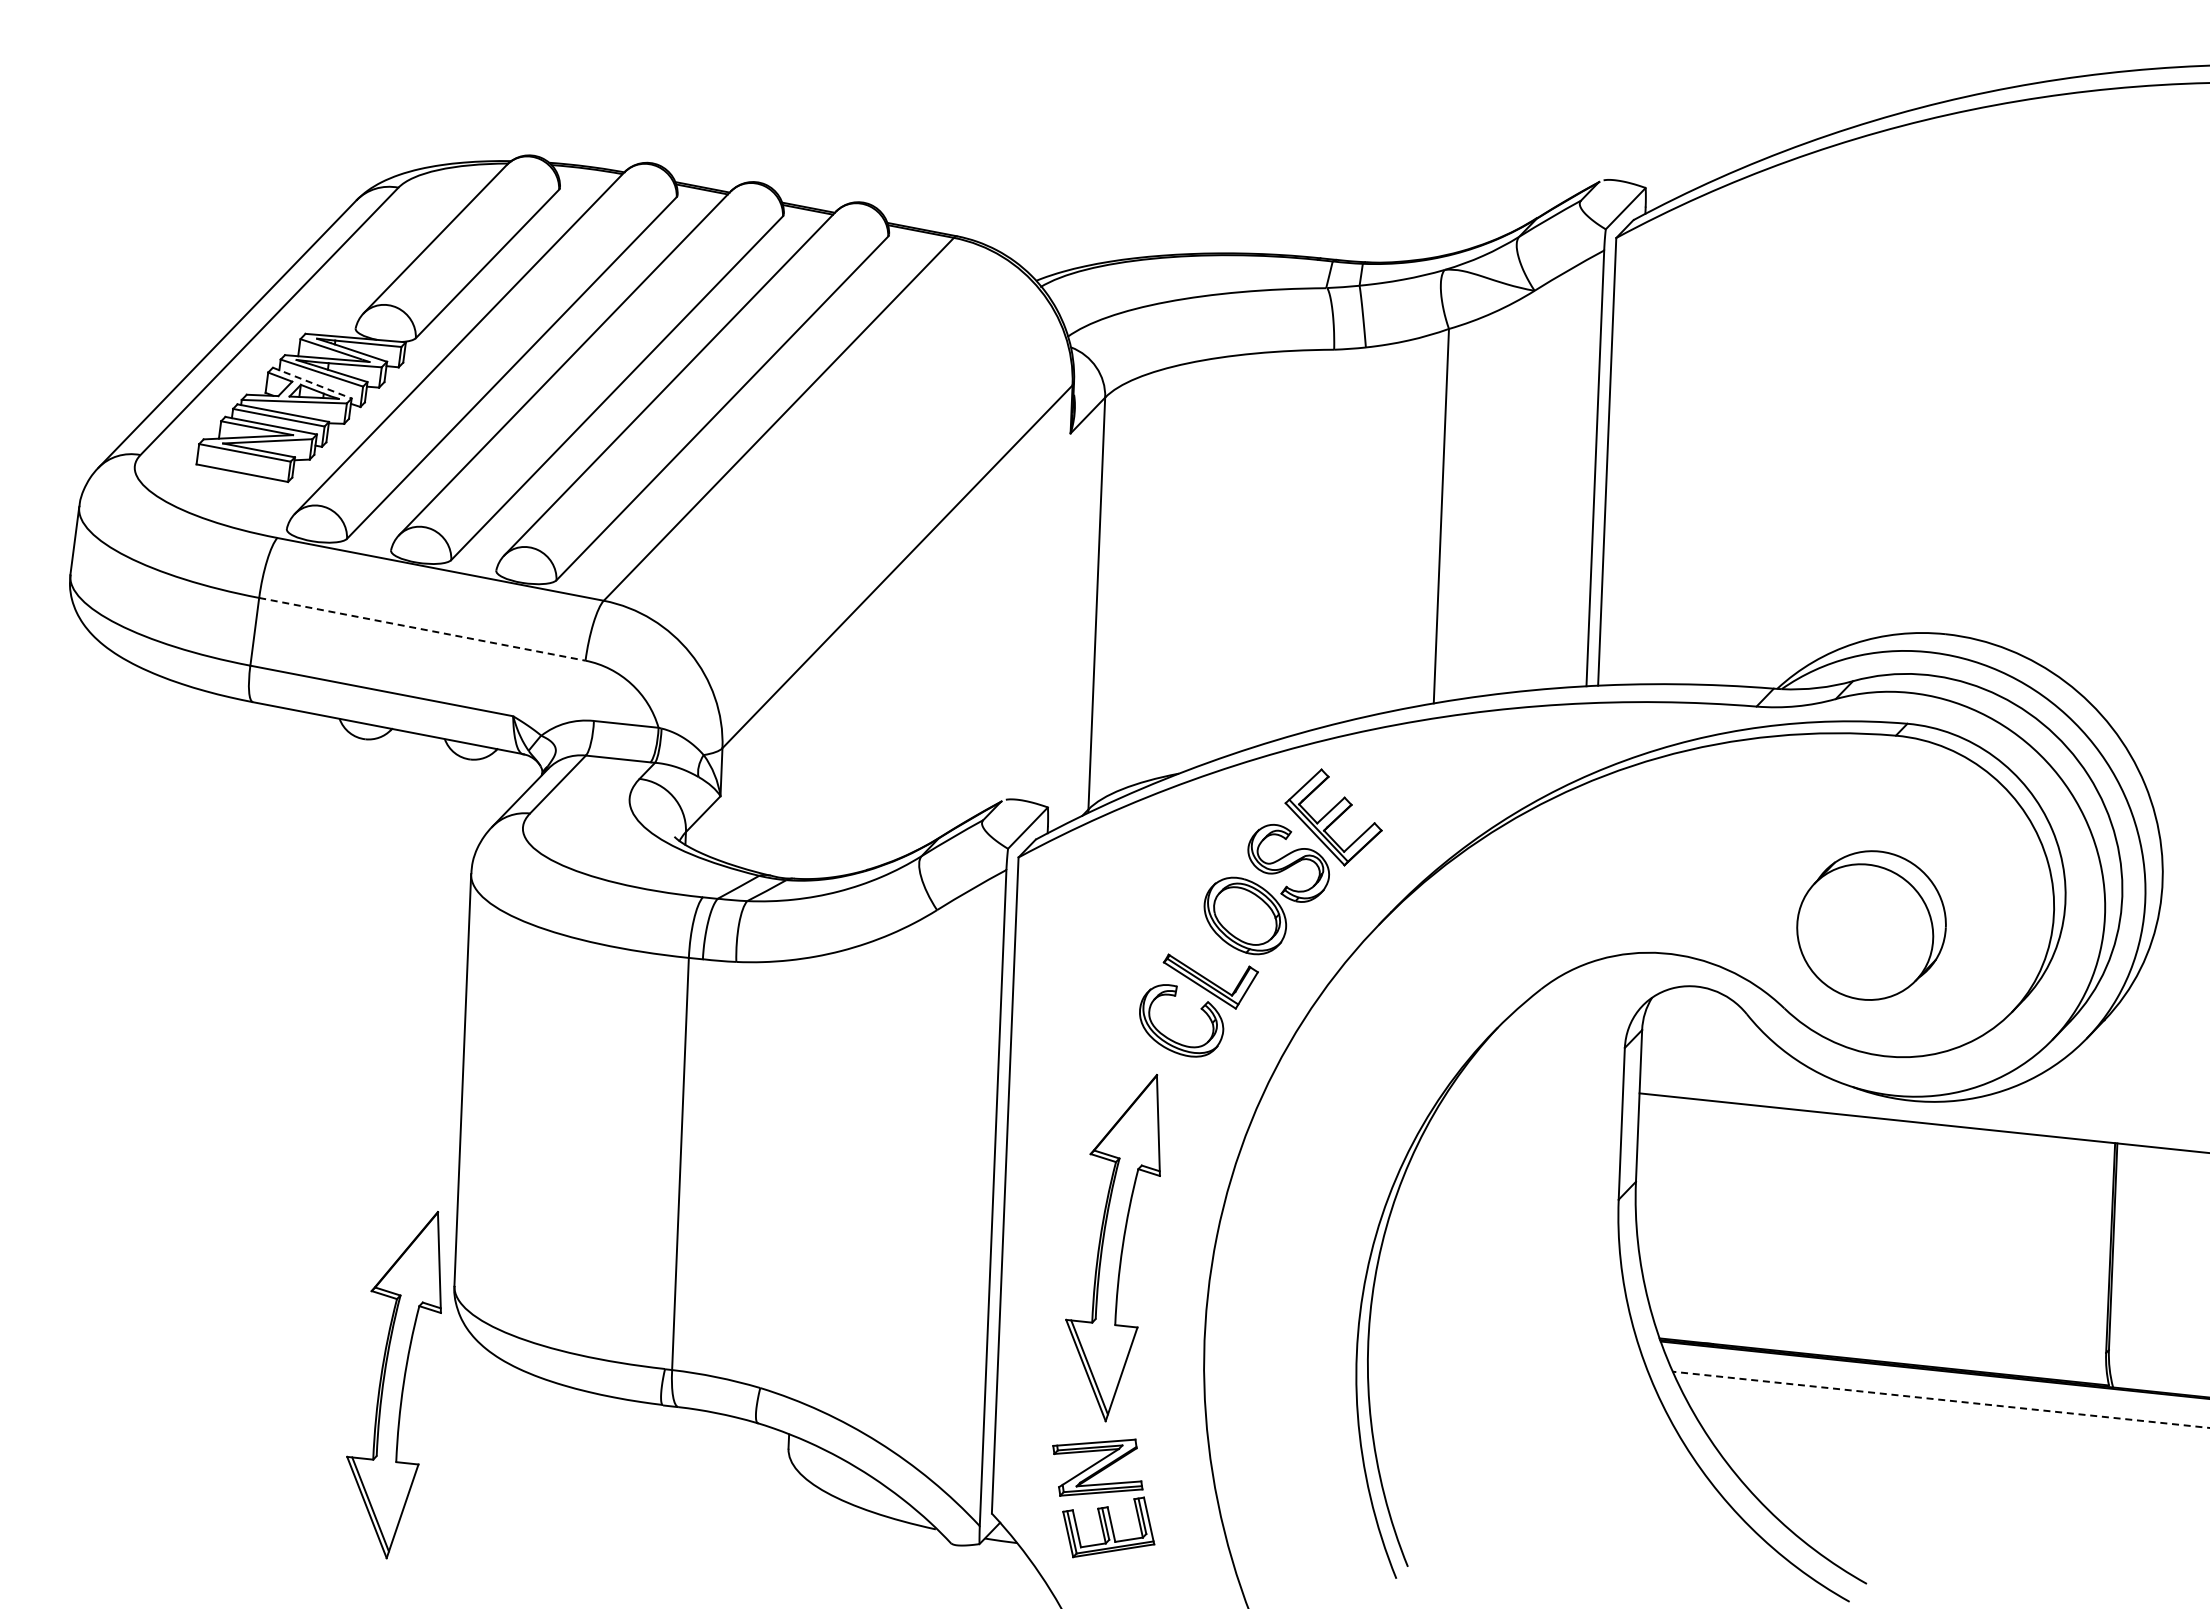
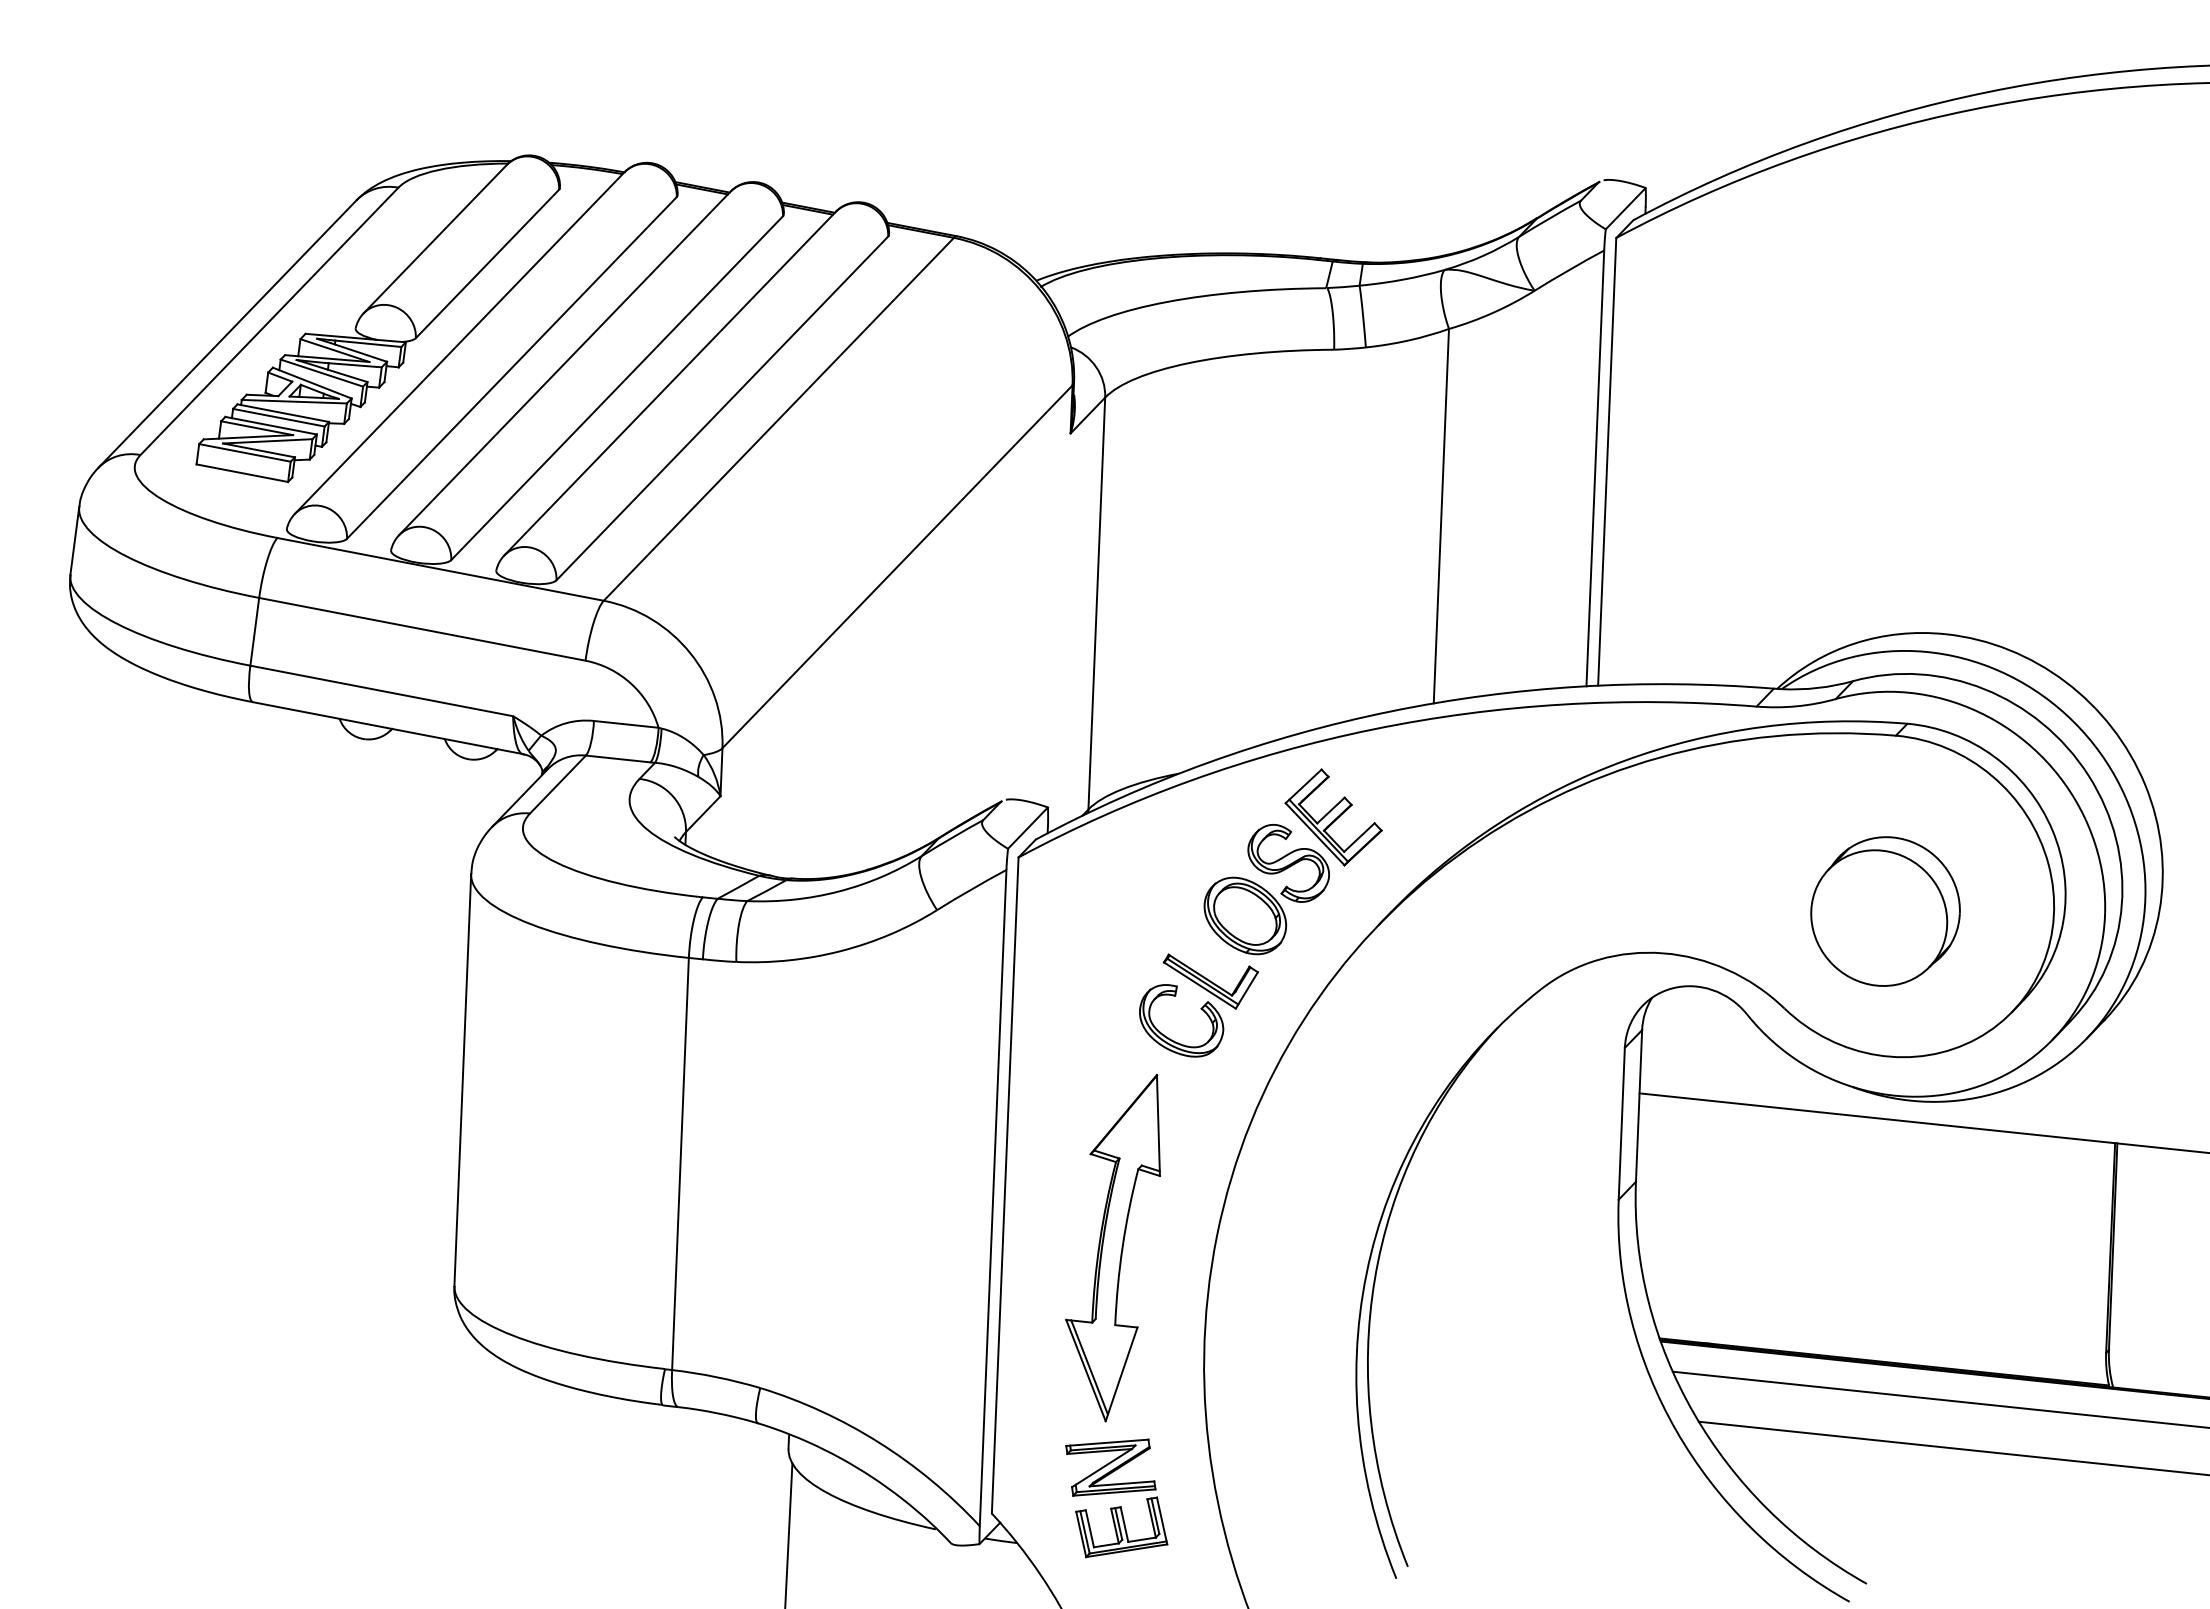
line at (312, 383): dashed -> solid
line at (422, 629): dashed -> solid
part at (1871, 925) position: (1871, 925) -> (1885, 911)
part at (393, 1385): present -> none
line at (1941, 1399): dashed -> solid
line at (1952, 1447): none -> present
part at (1103, 1498) position: (1103, 1498) -> (1116, 1498)
line at (788, 1534): none -> present
